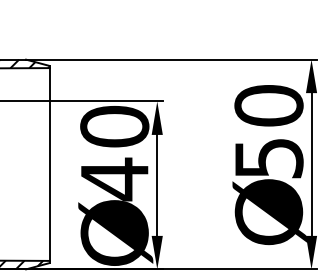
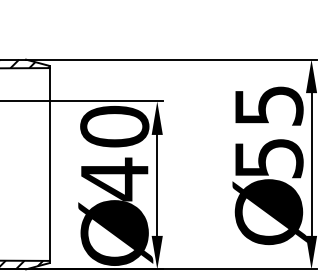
text at (268, 105): 50 -> 55
